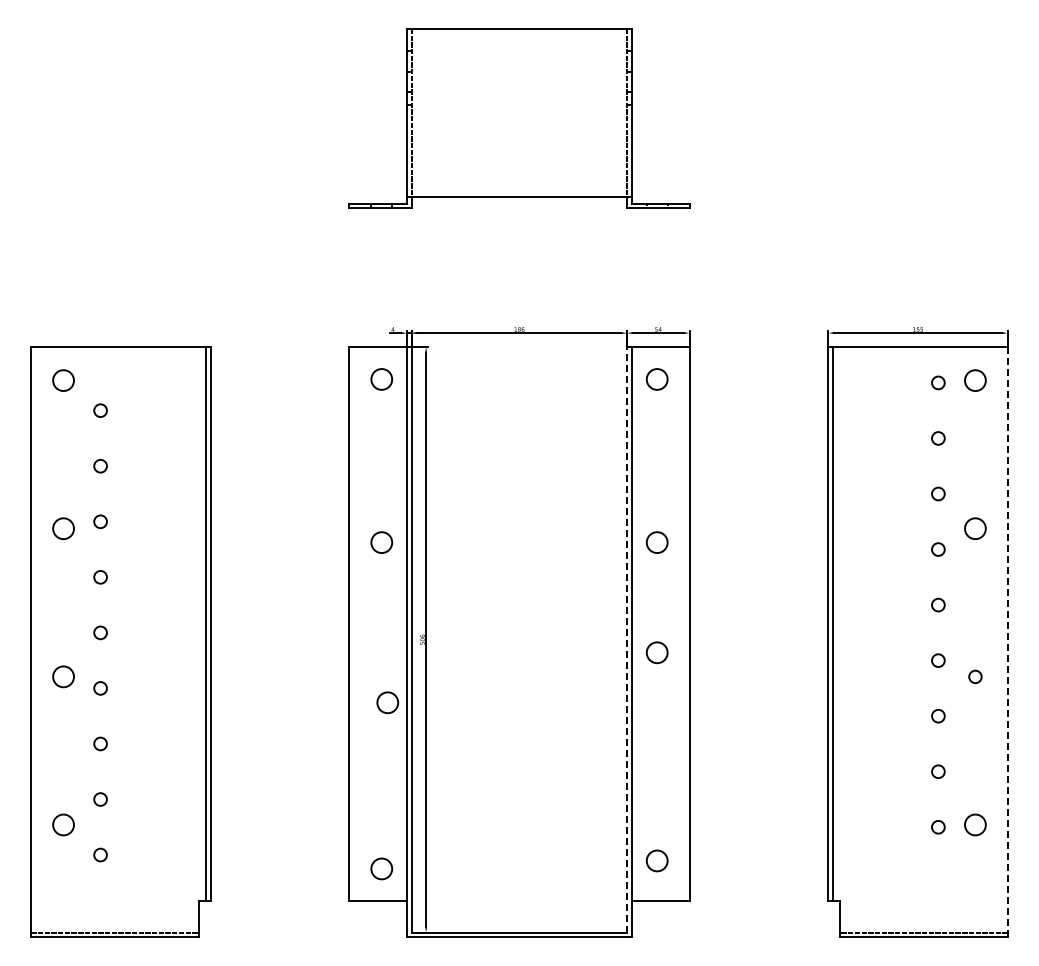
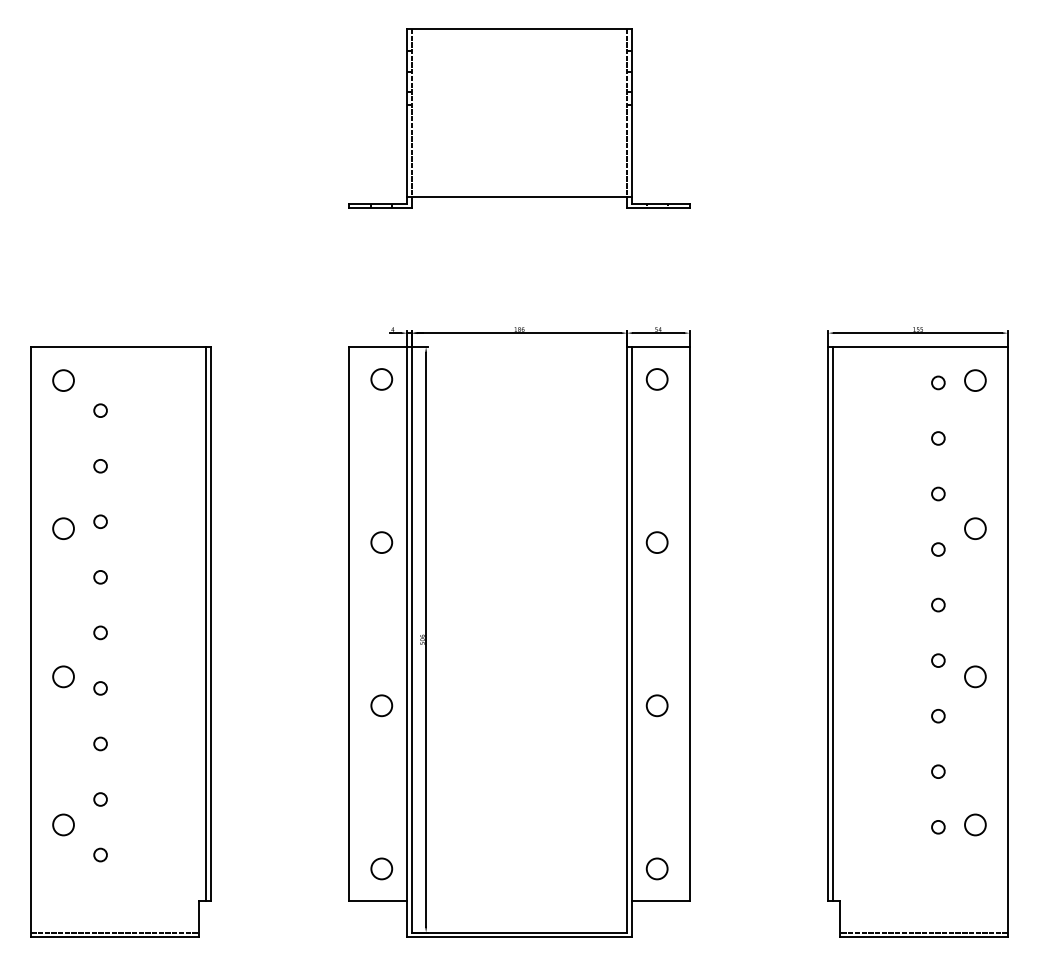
line at (627, 639): dashed -> solid
line at (1007, 642): dashed -> solid
circle at (656, 652) position: (656, 652) -> (656, 705)
circle at (975, 676) size: 15x15 px -> 23x24 px
circle at (387, 702) position: (387, 702) -> (381, 705)
circle at (656, 860) position: (656, 860) -> (656, 868)
